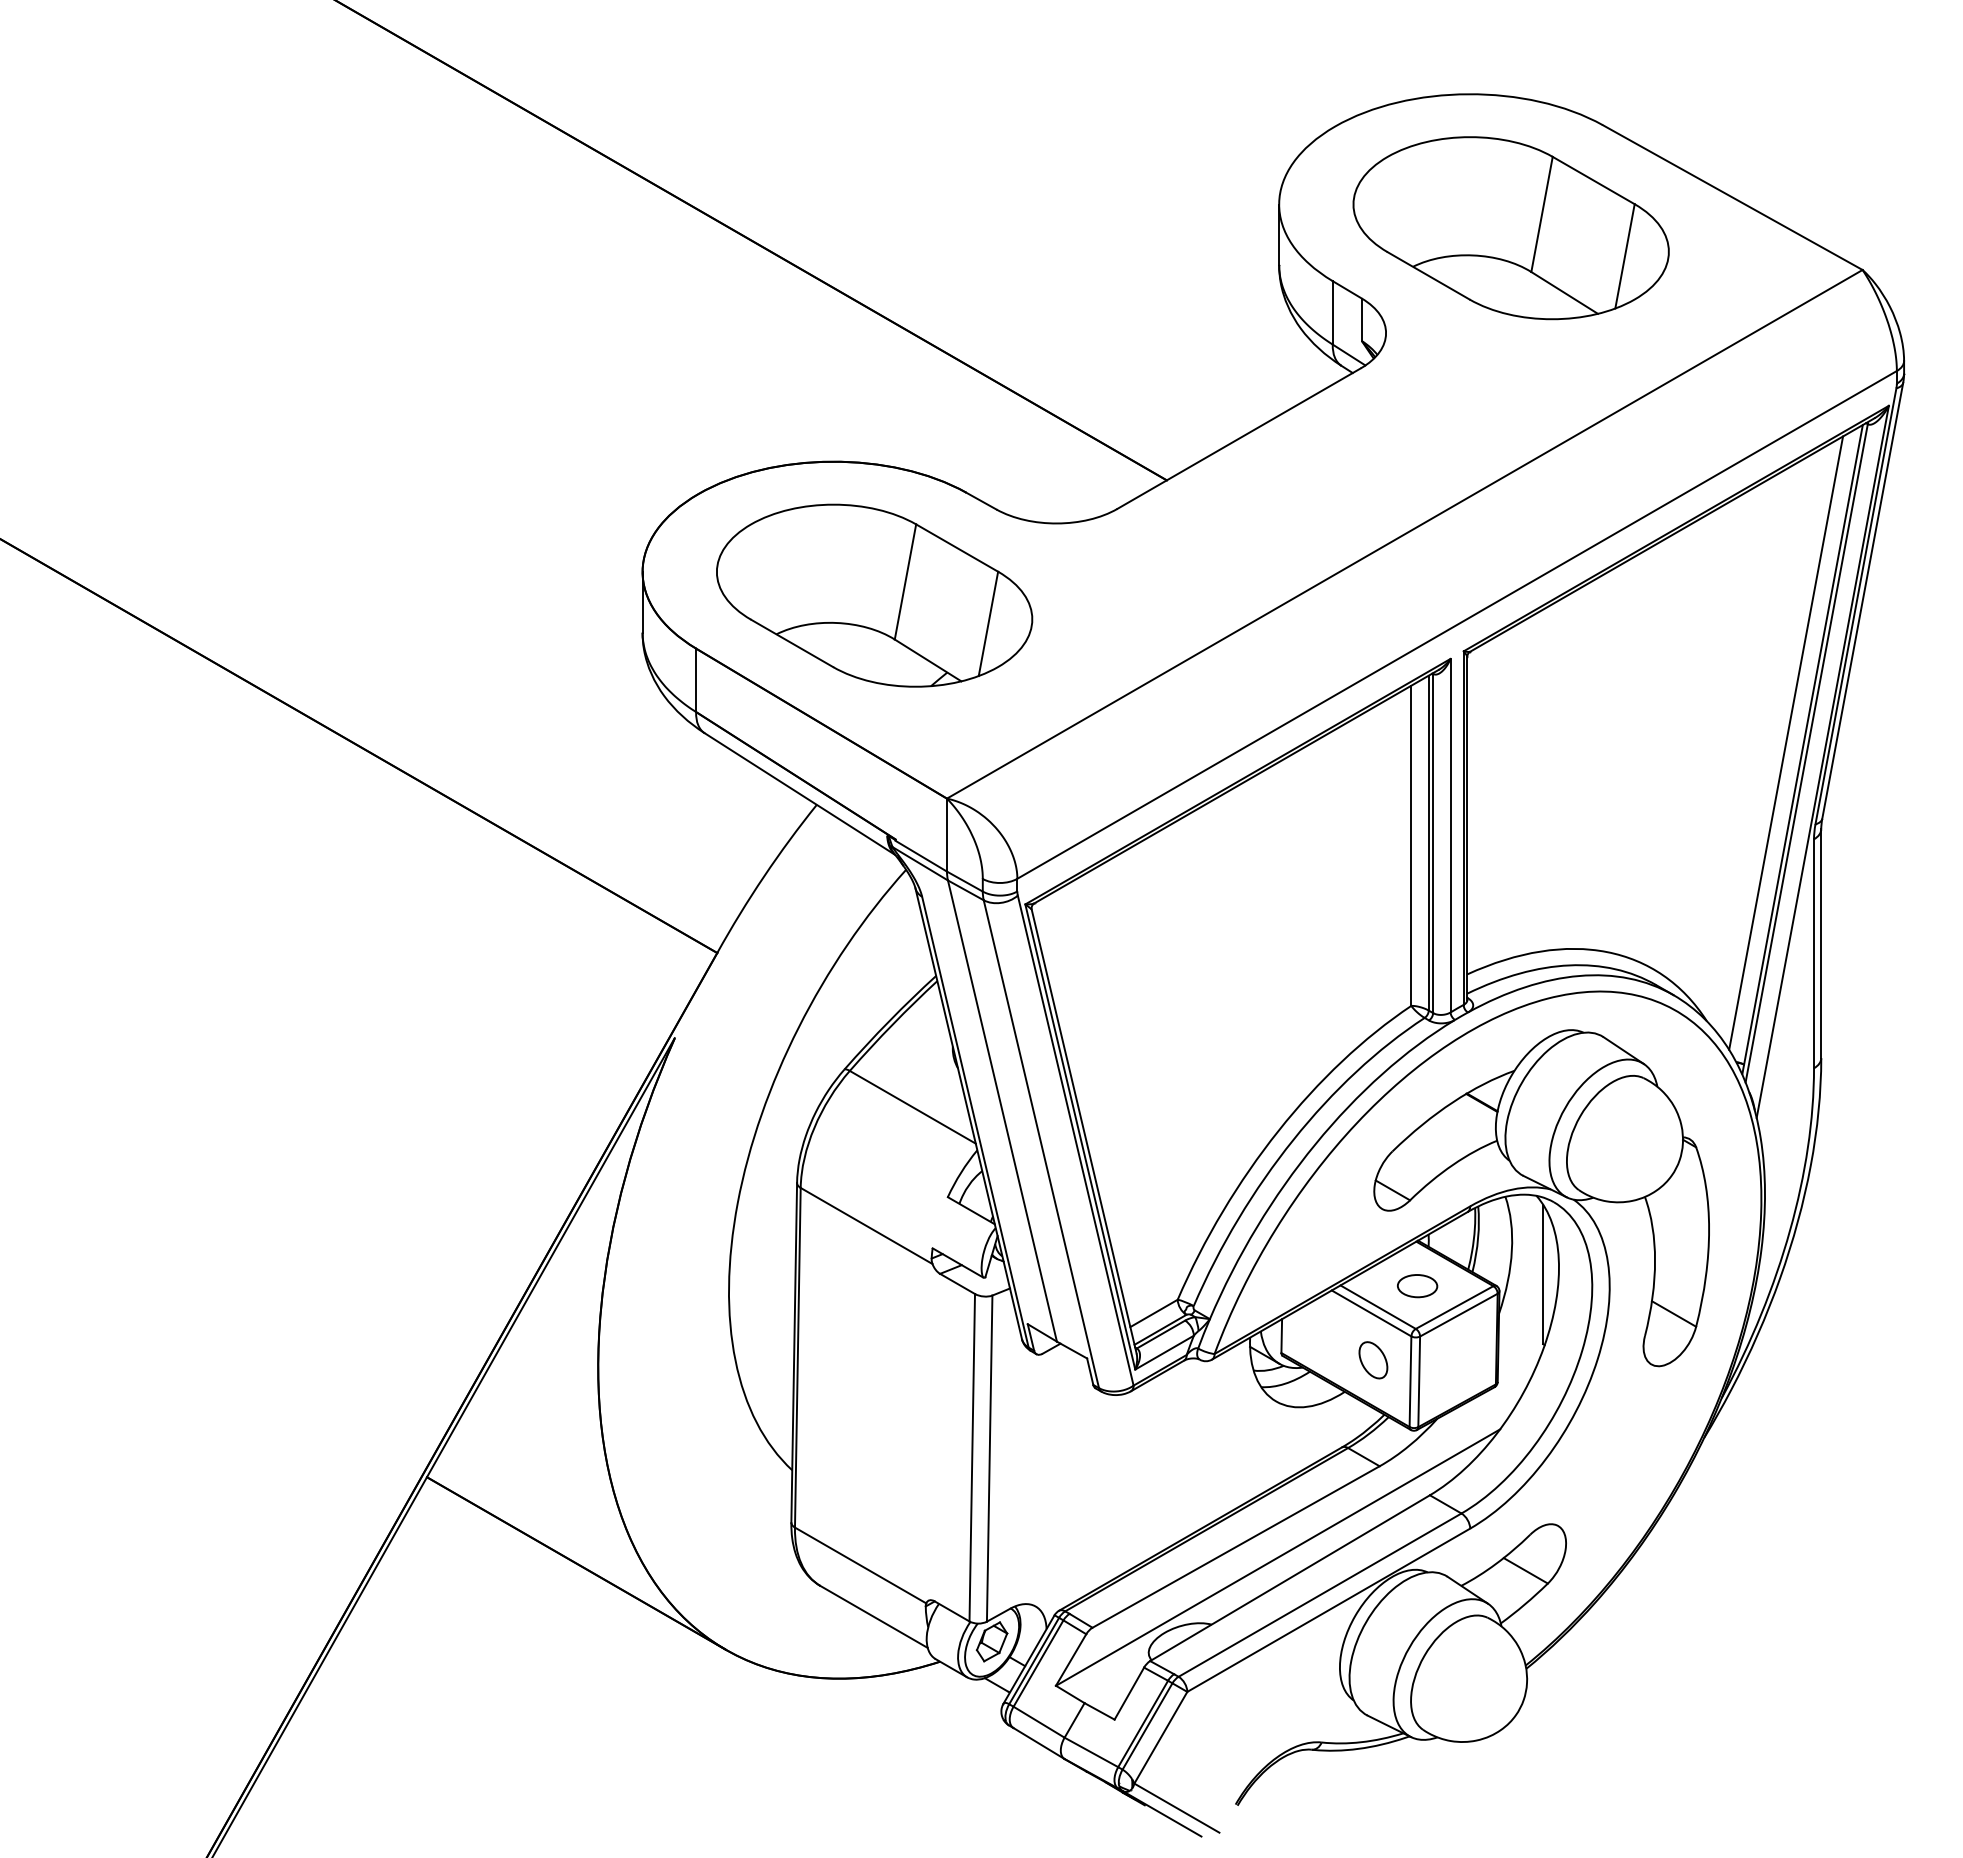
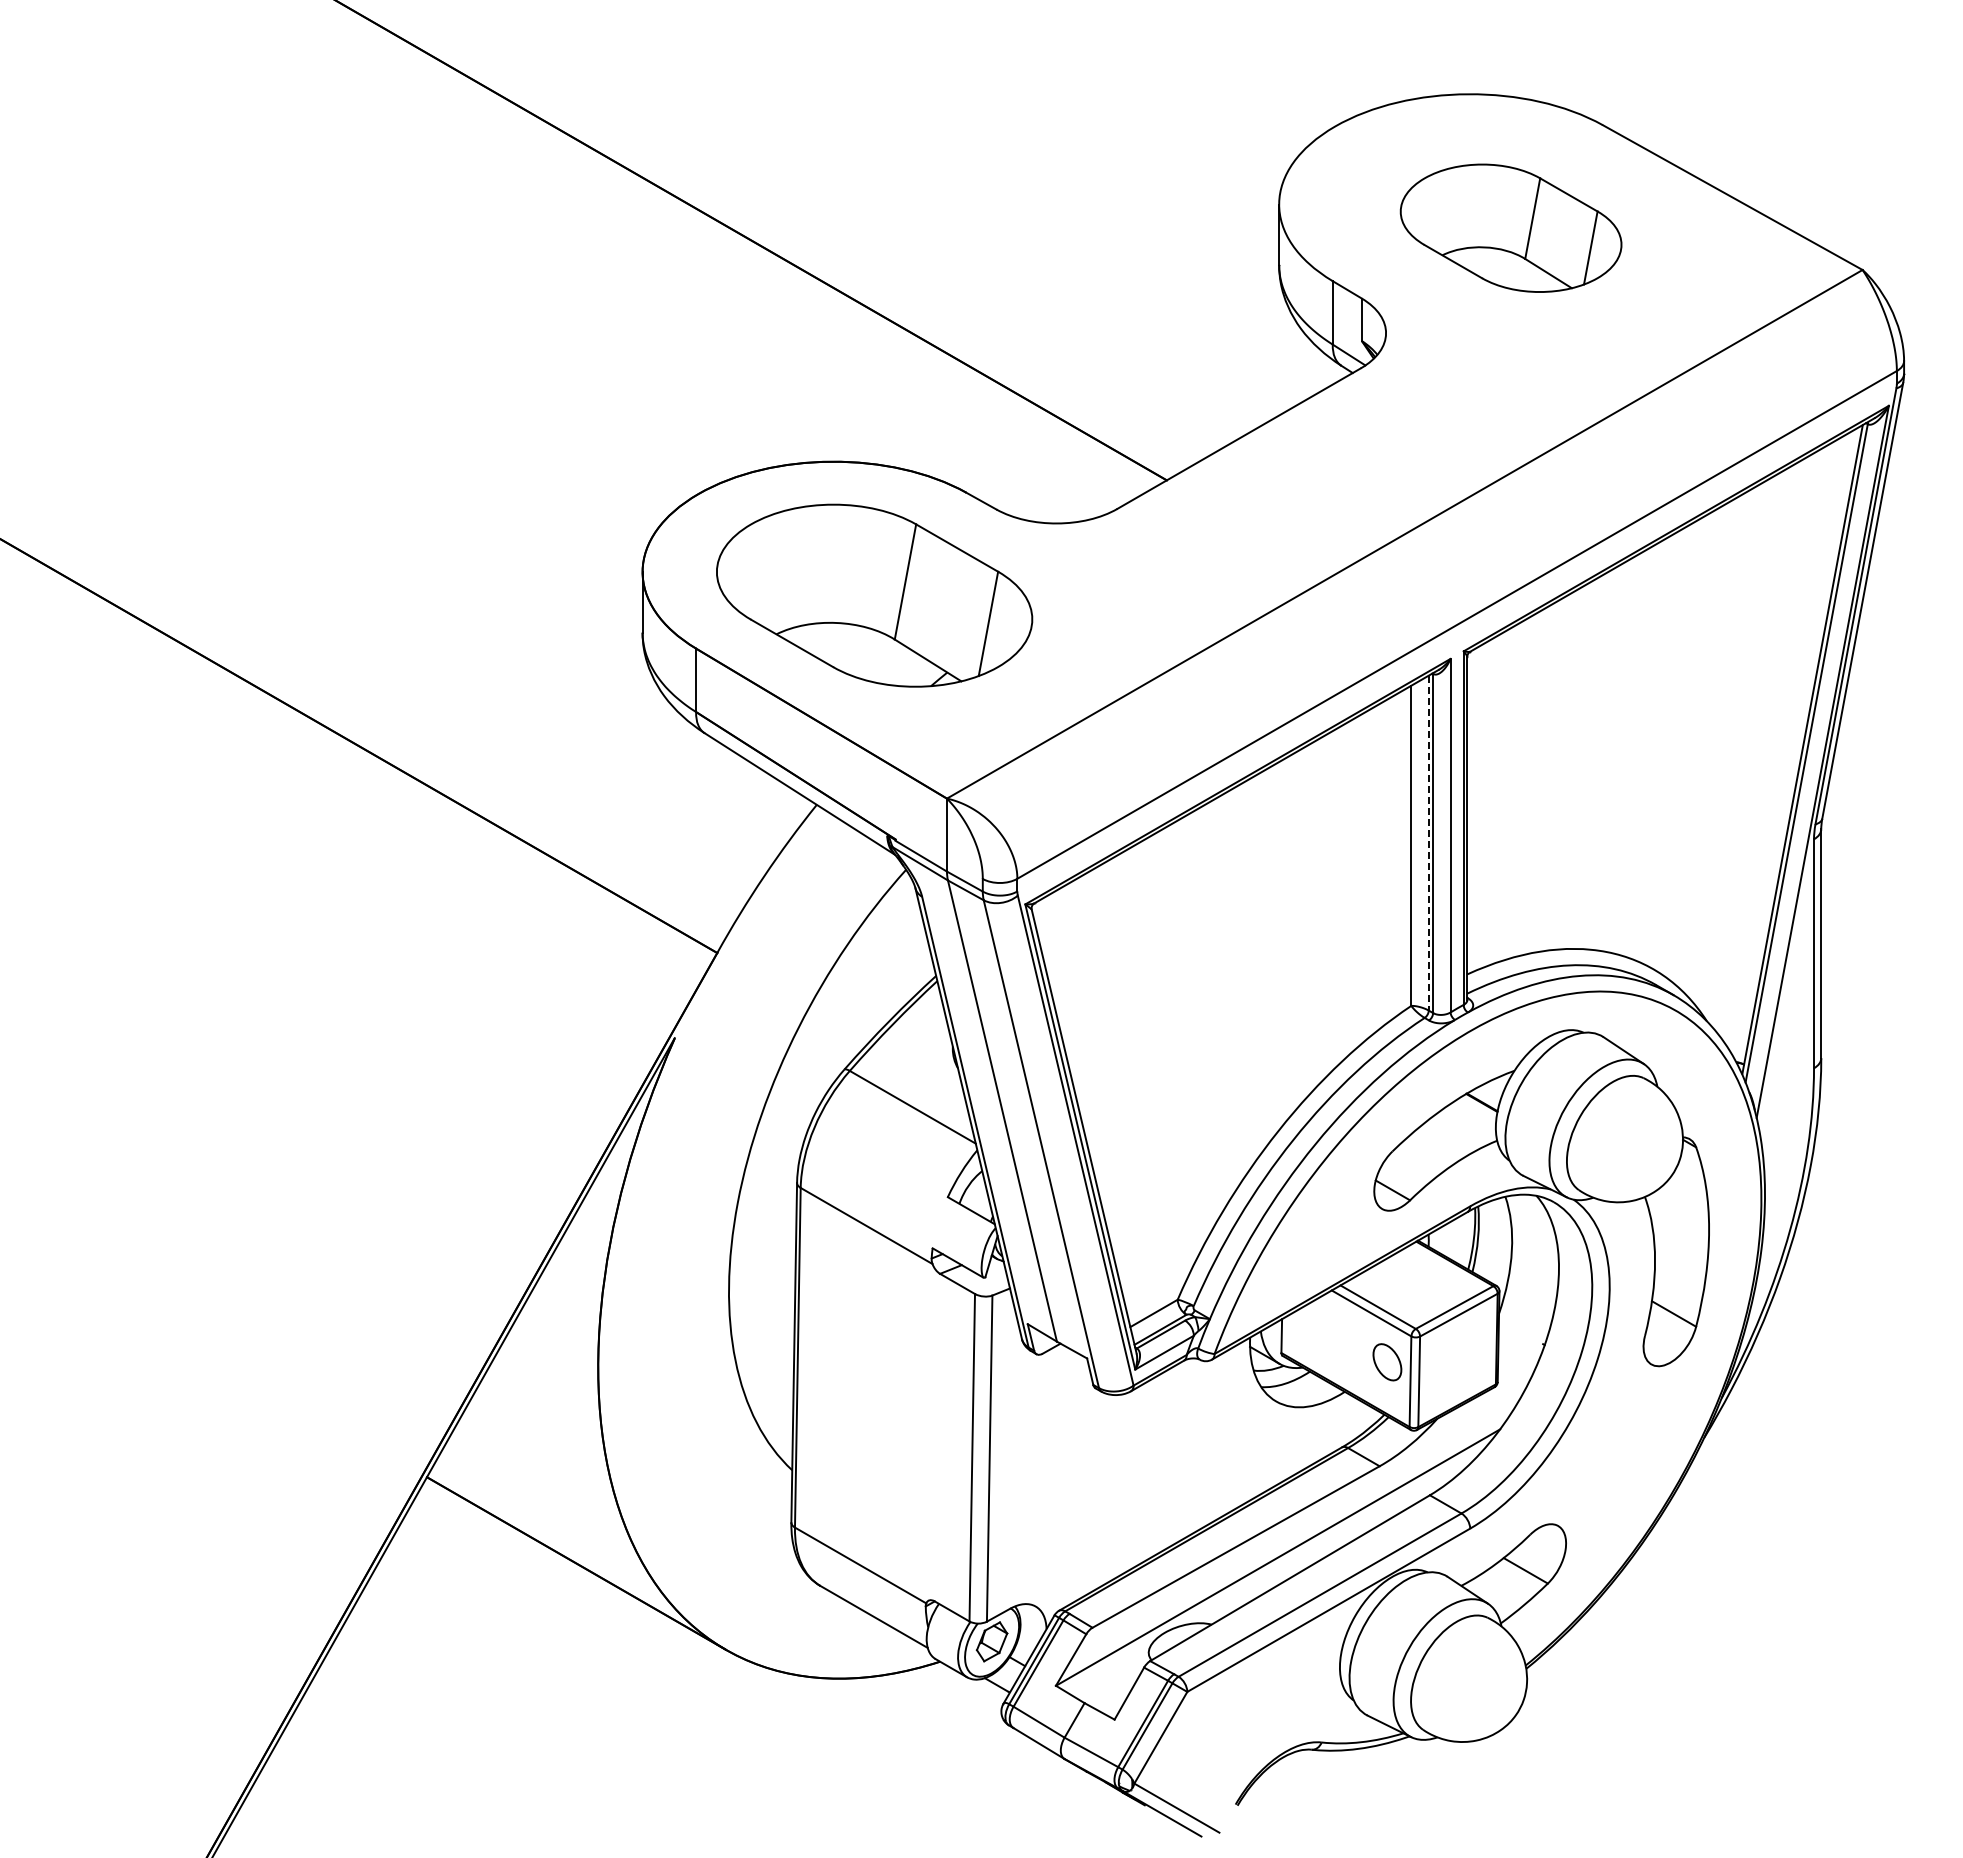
part at (1510, 228) size: 318x185 px -> 224x130 px
line at (1786, 742): present -> none
line at (1428, 843): solid -> dashed
line at (1543, 1274): present -> none
part at (1417, 1286): present -> none
part at (1373, 1360) position: (1373, 1360) -> (1387, 1362)
